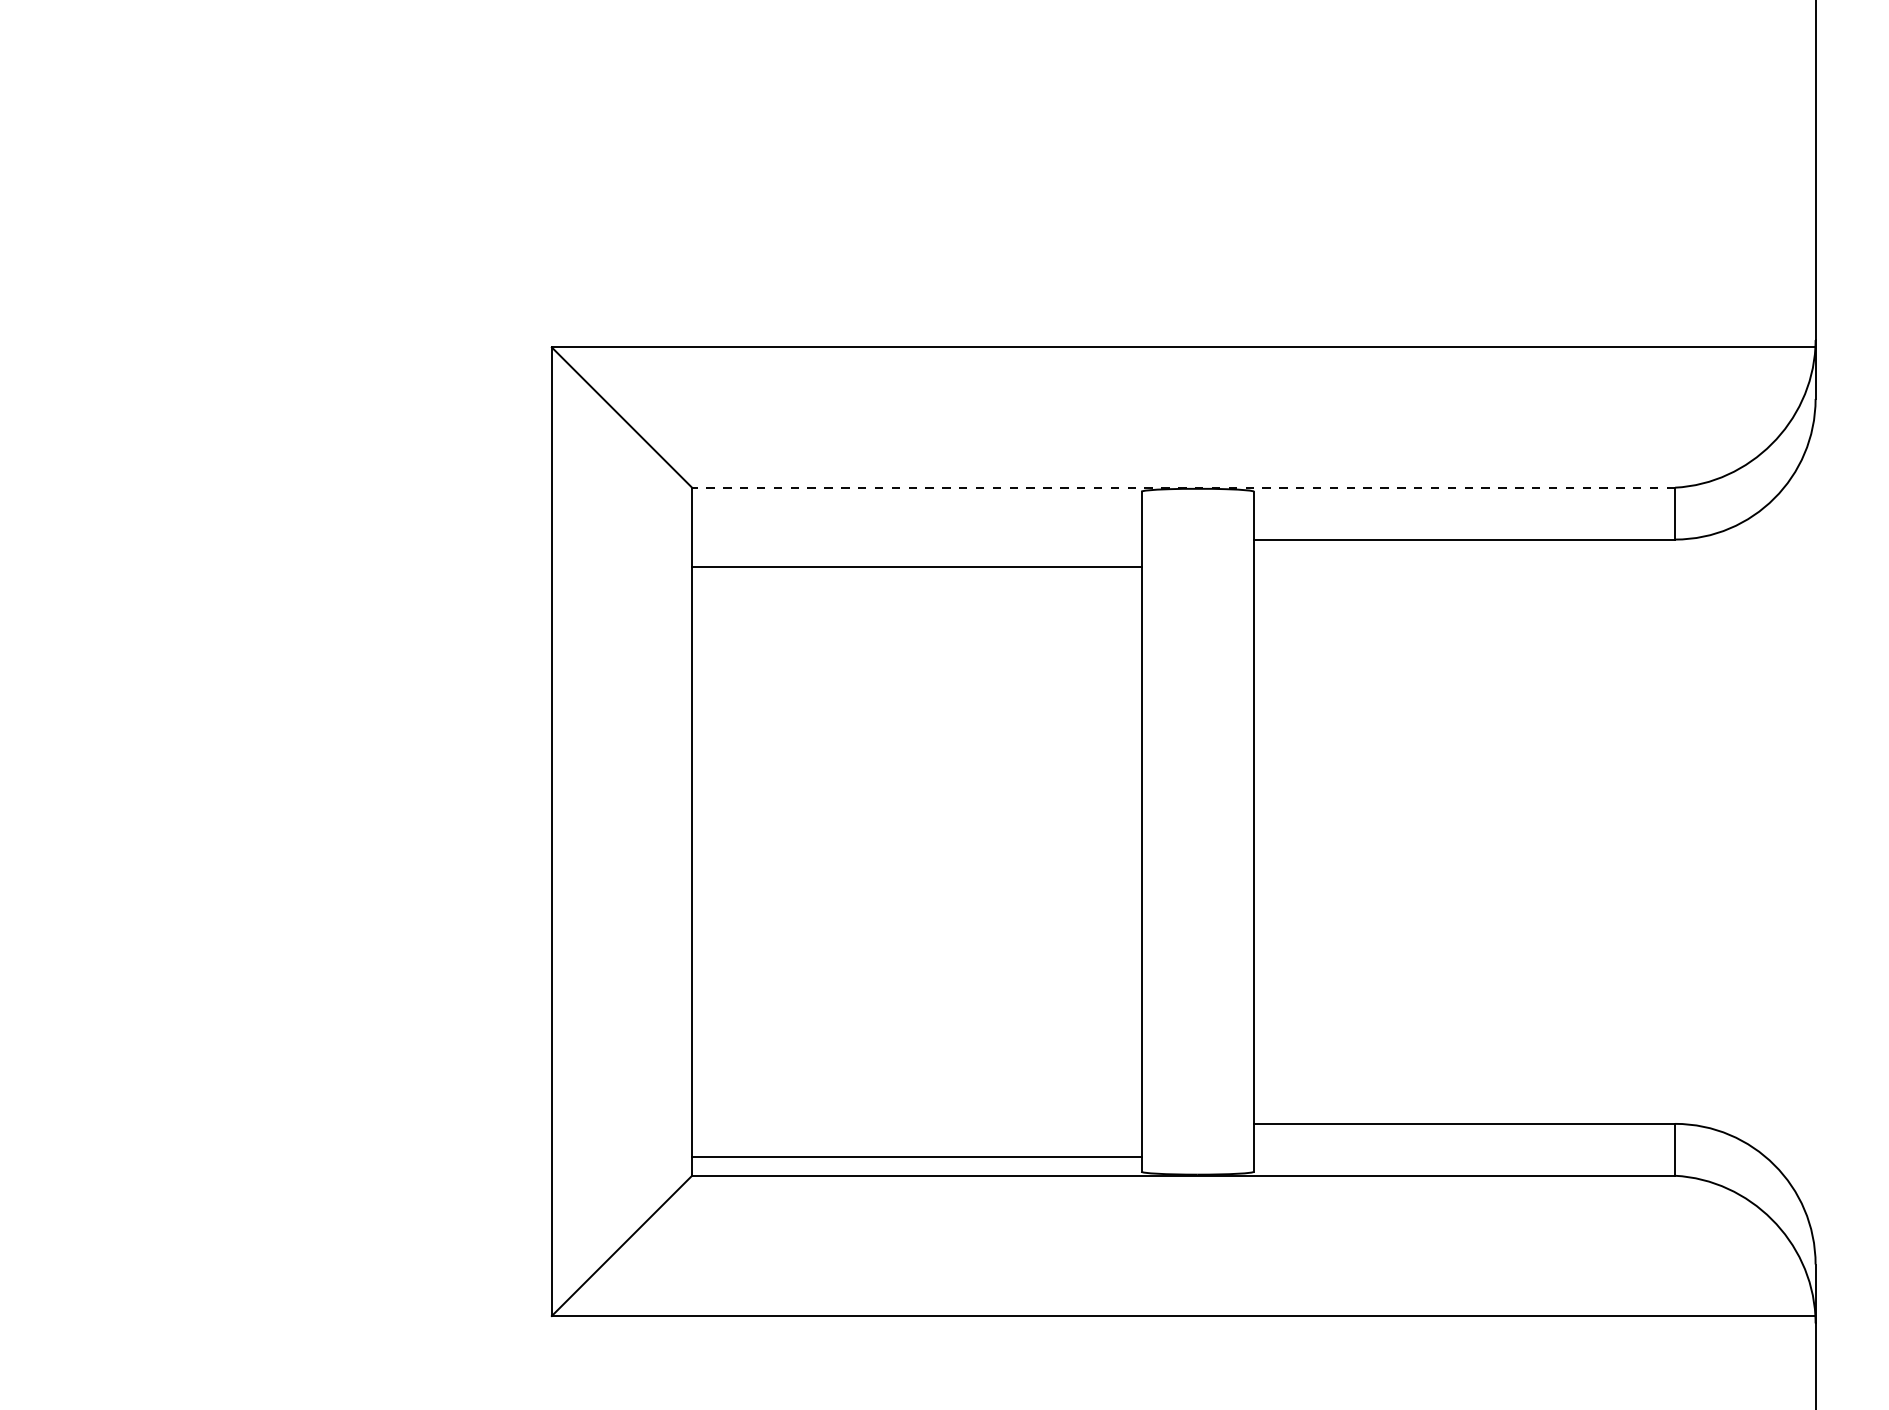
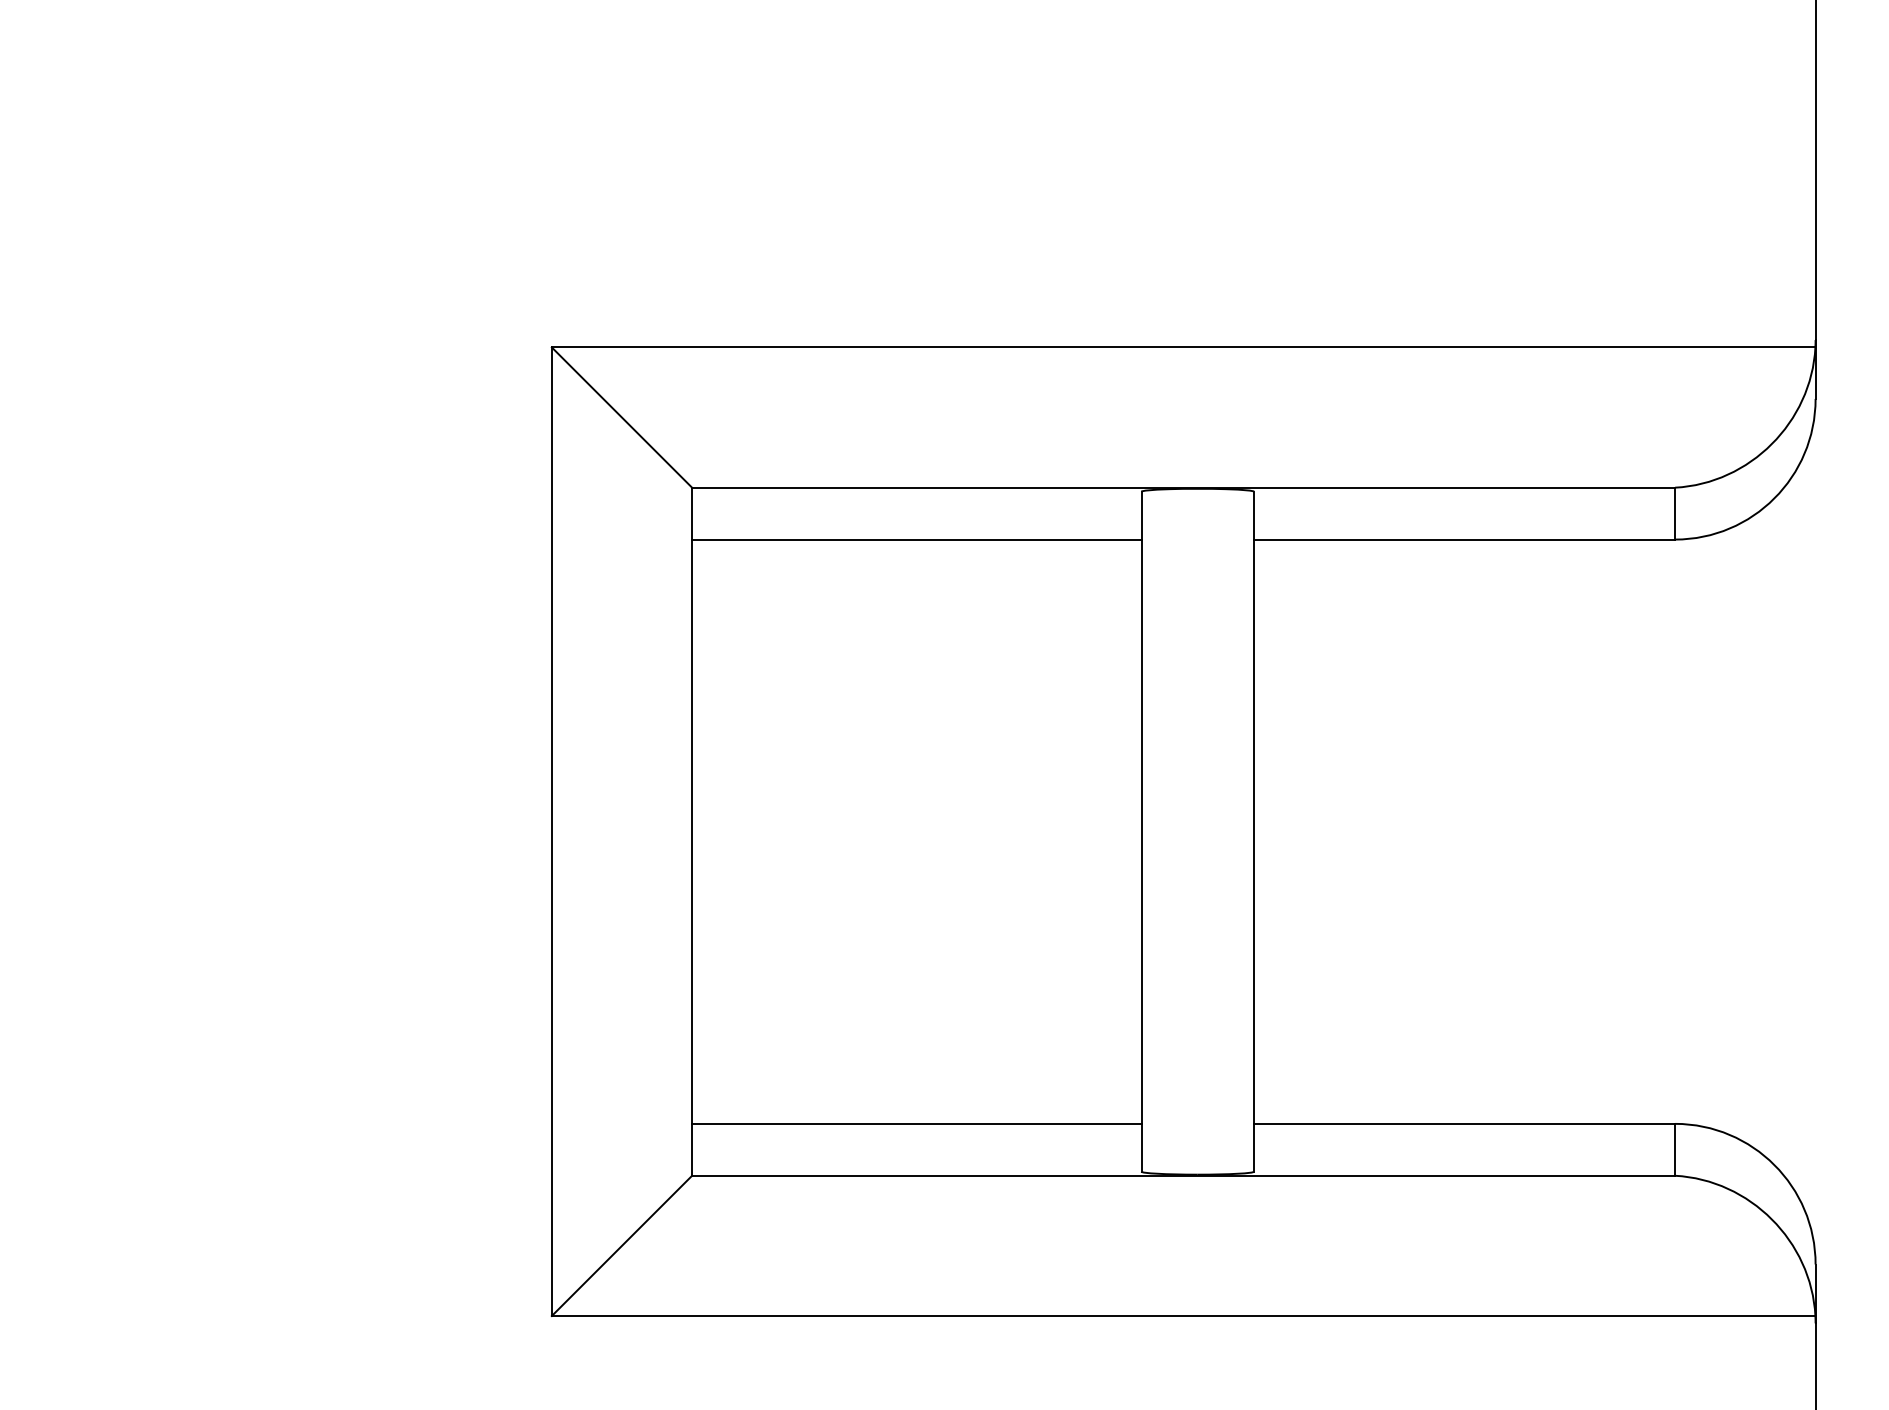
line at (1183, 487): dashed -> solid
line at (916, 566) position: (916, 566) -> (916, 539)
line at (916, 1156) position: (916, 1156) -> (916, 1123)
